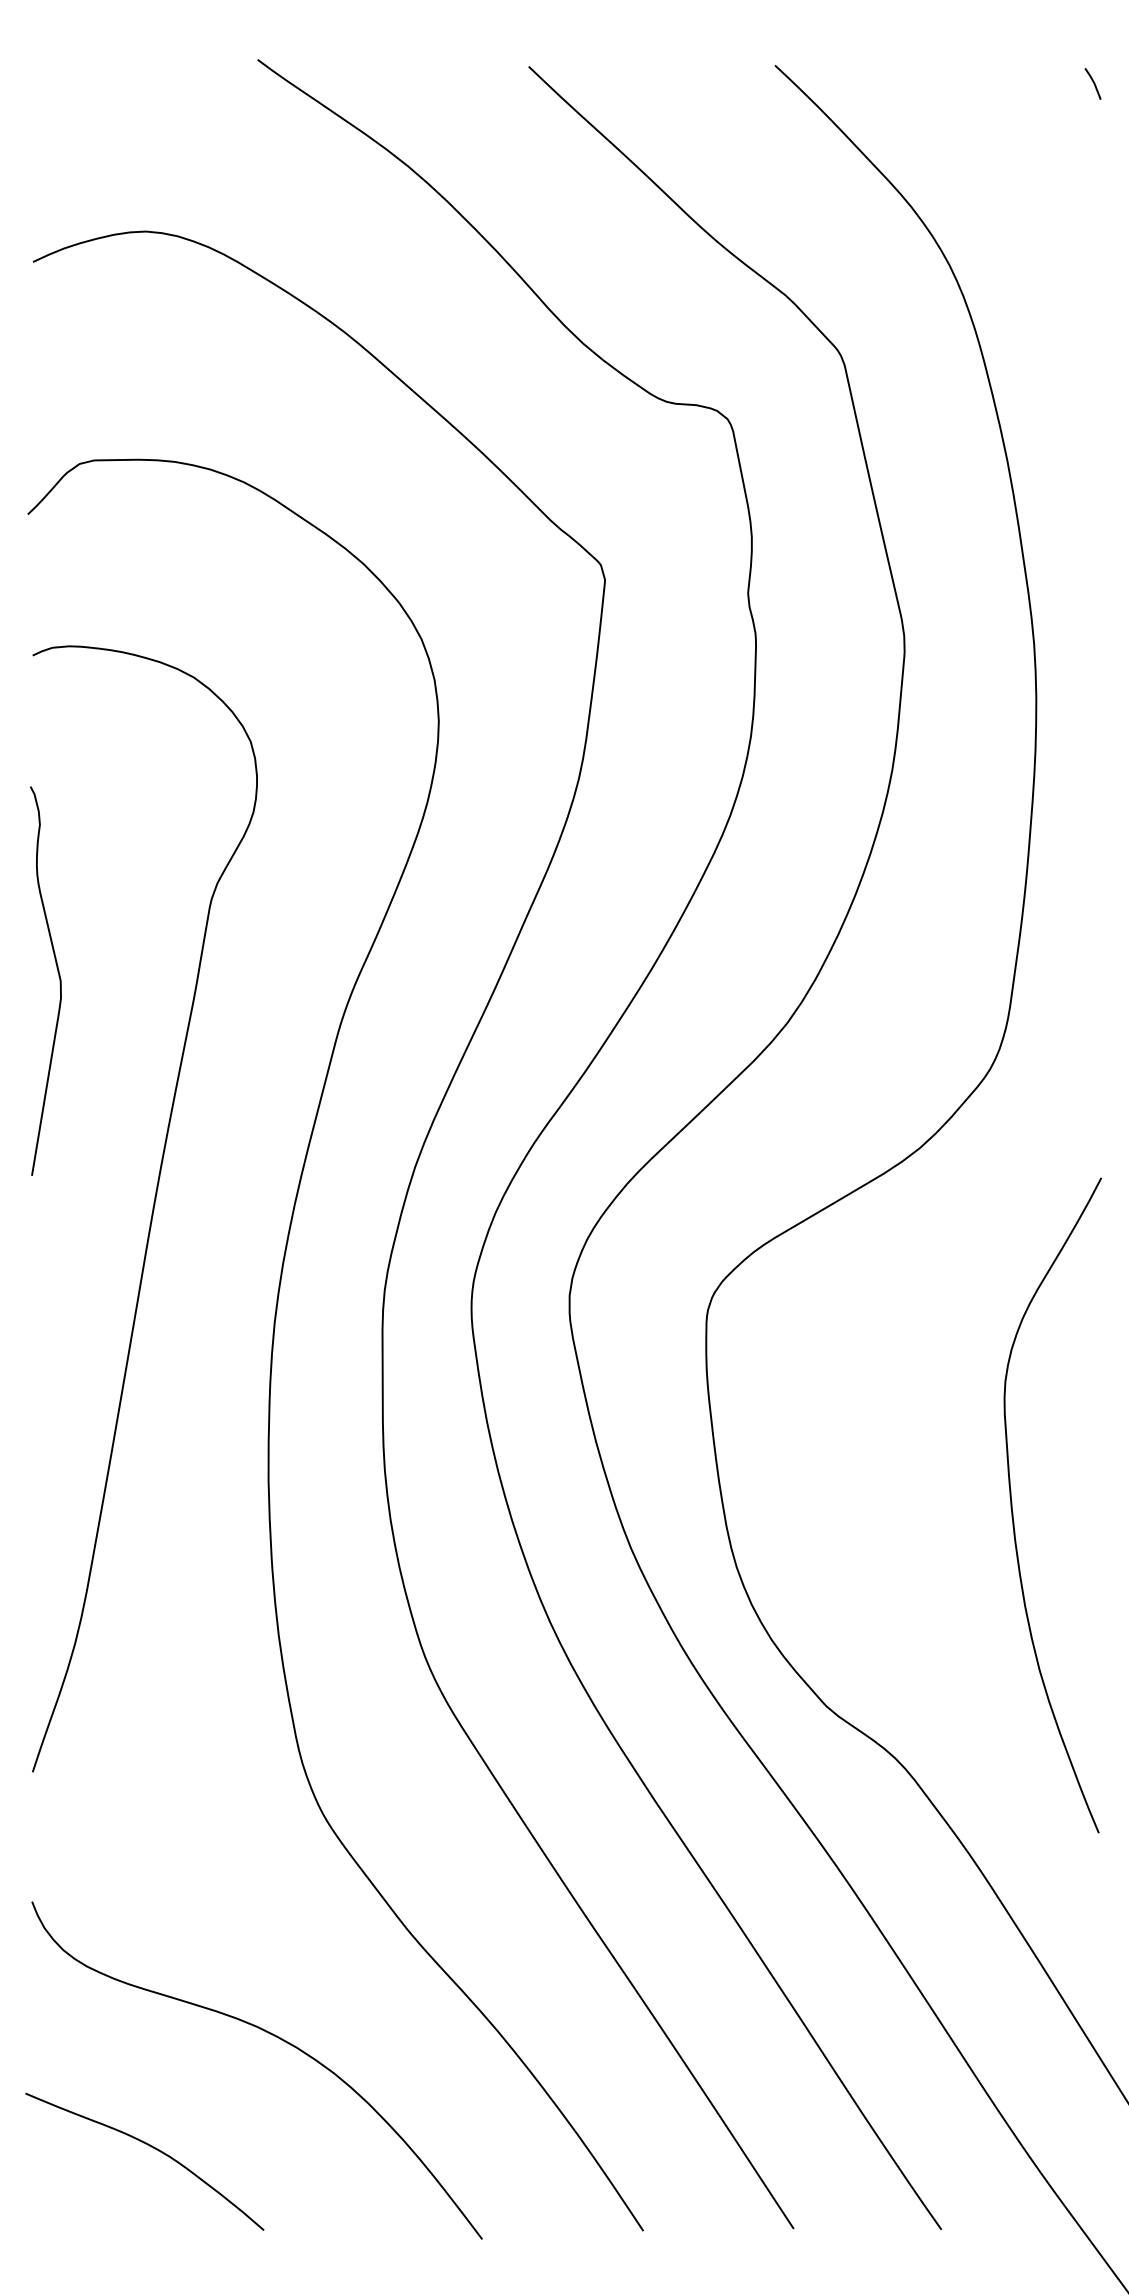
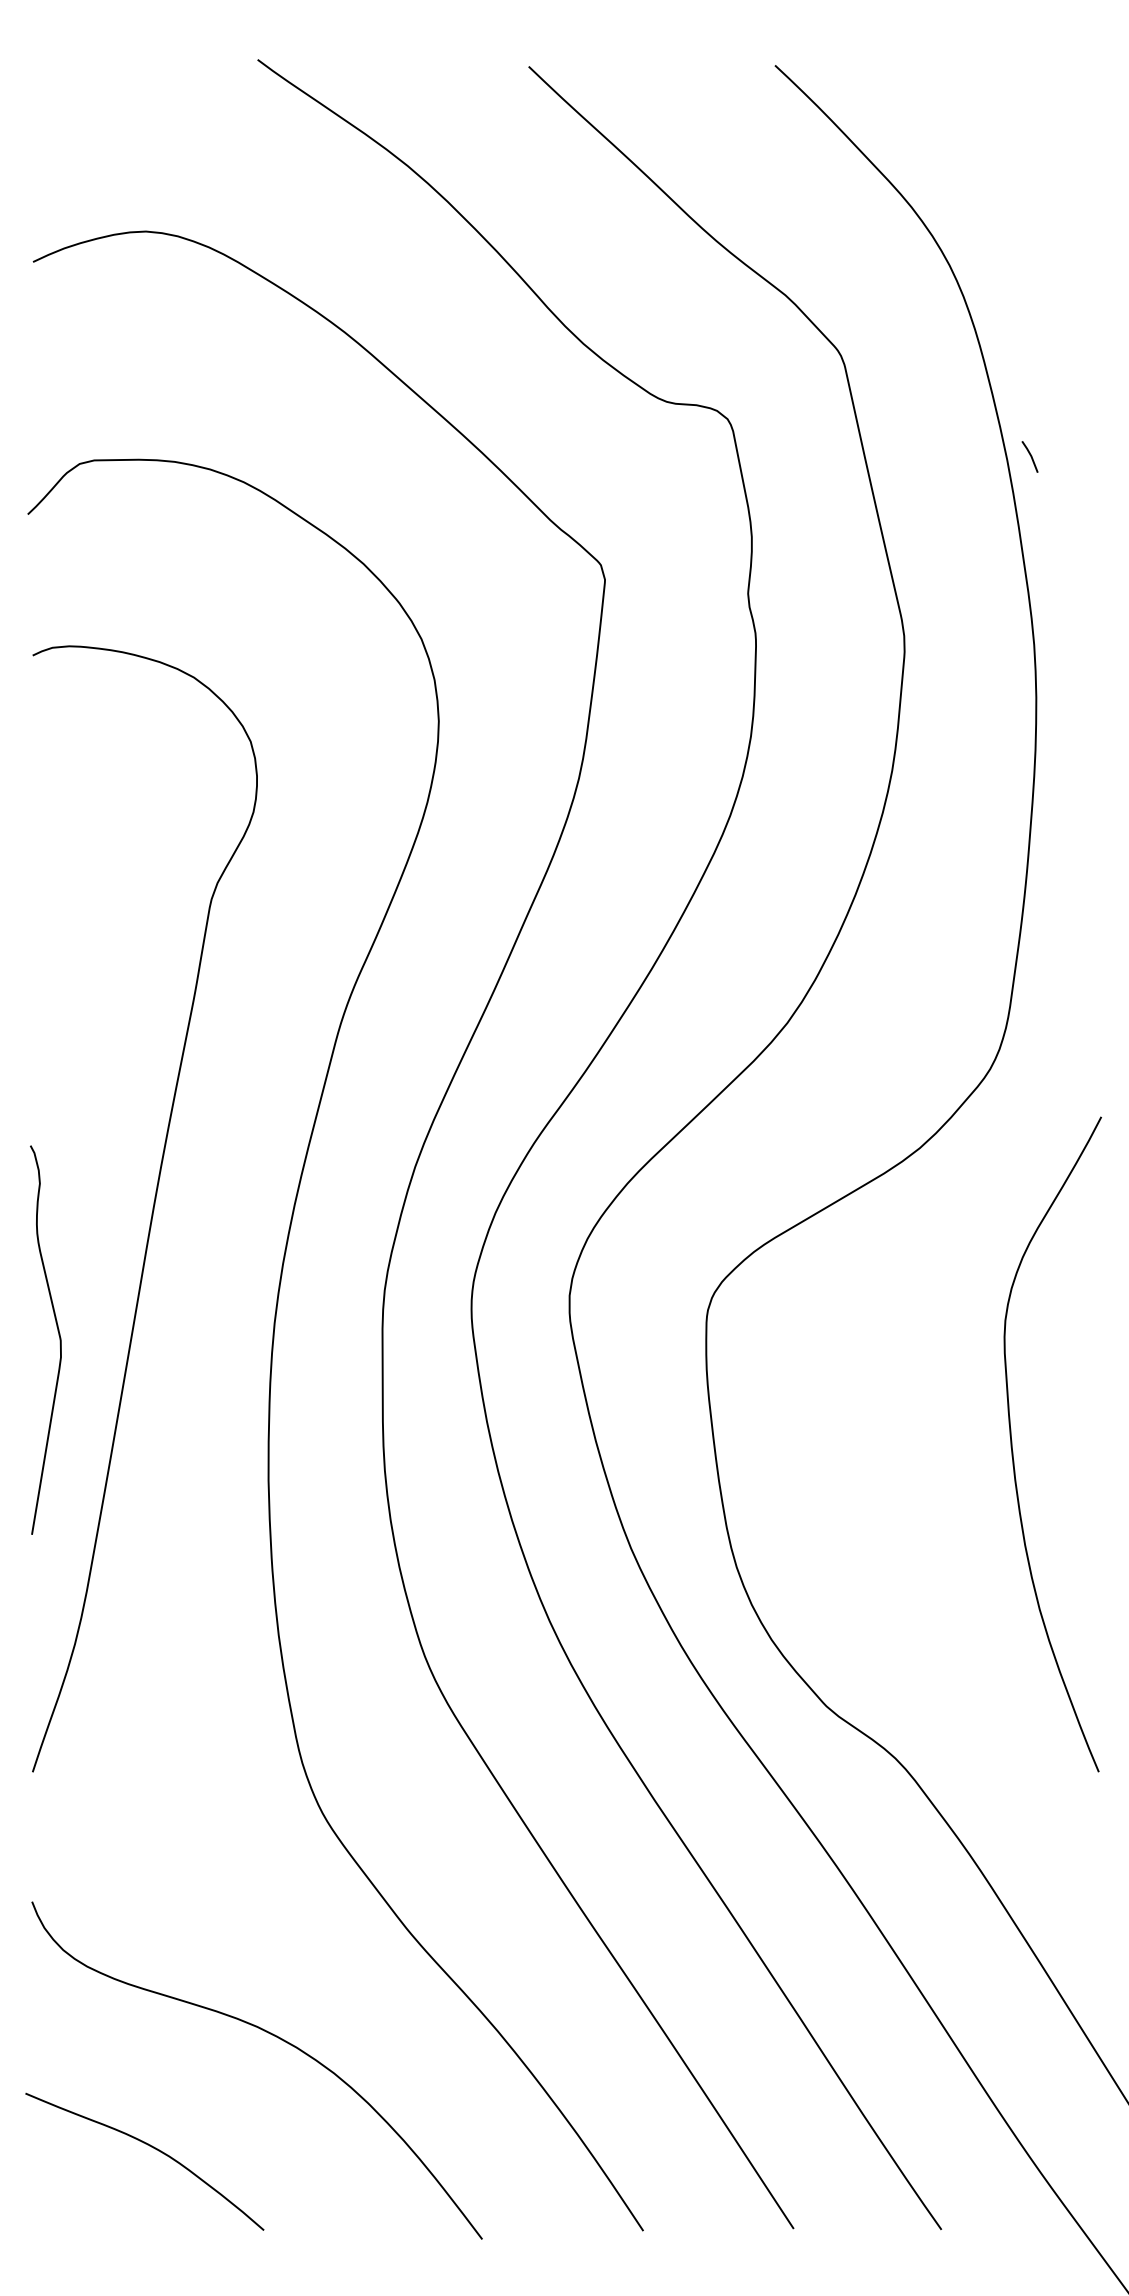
line at (1092, 82) position: (1092, 82) -> (1029, 455)
curve at (58, 976) position: (58, 976) -> (58, 1335)
curve at (1013, 1512) position: (1013, 1512) -> (1013, 1451)
